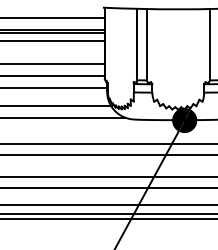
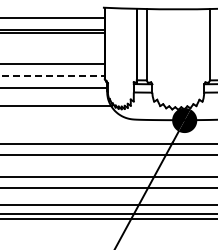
line at (53, 40): present -> none
line at (52, 76): solid -> dashed
line at (64, 118): present -> none
